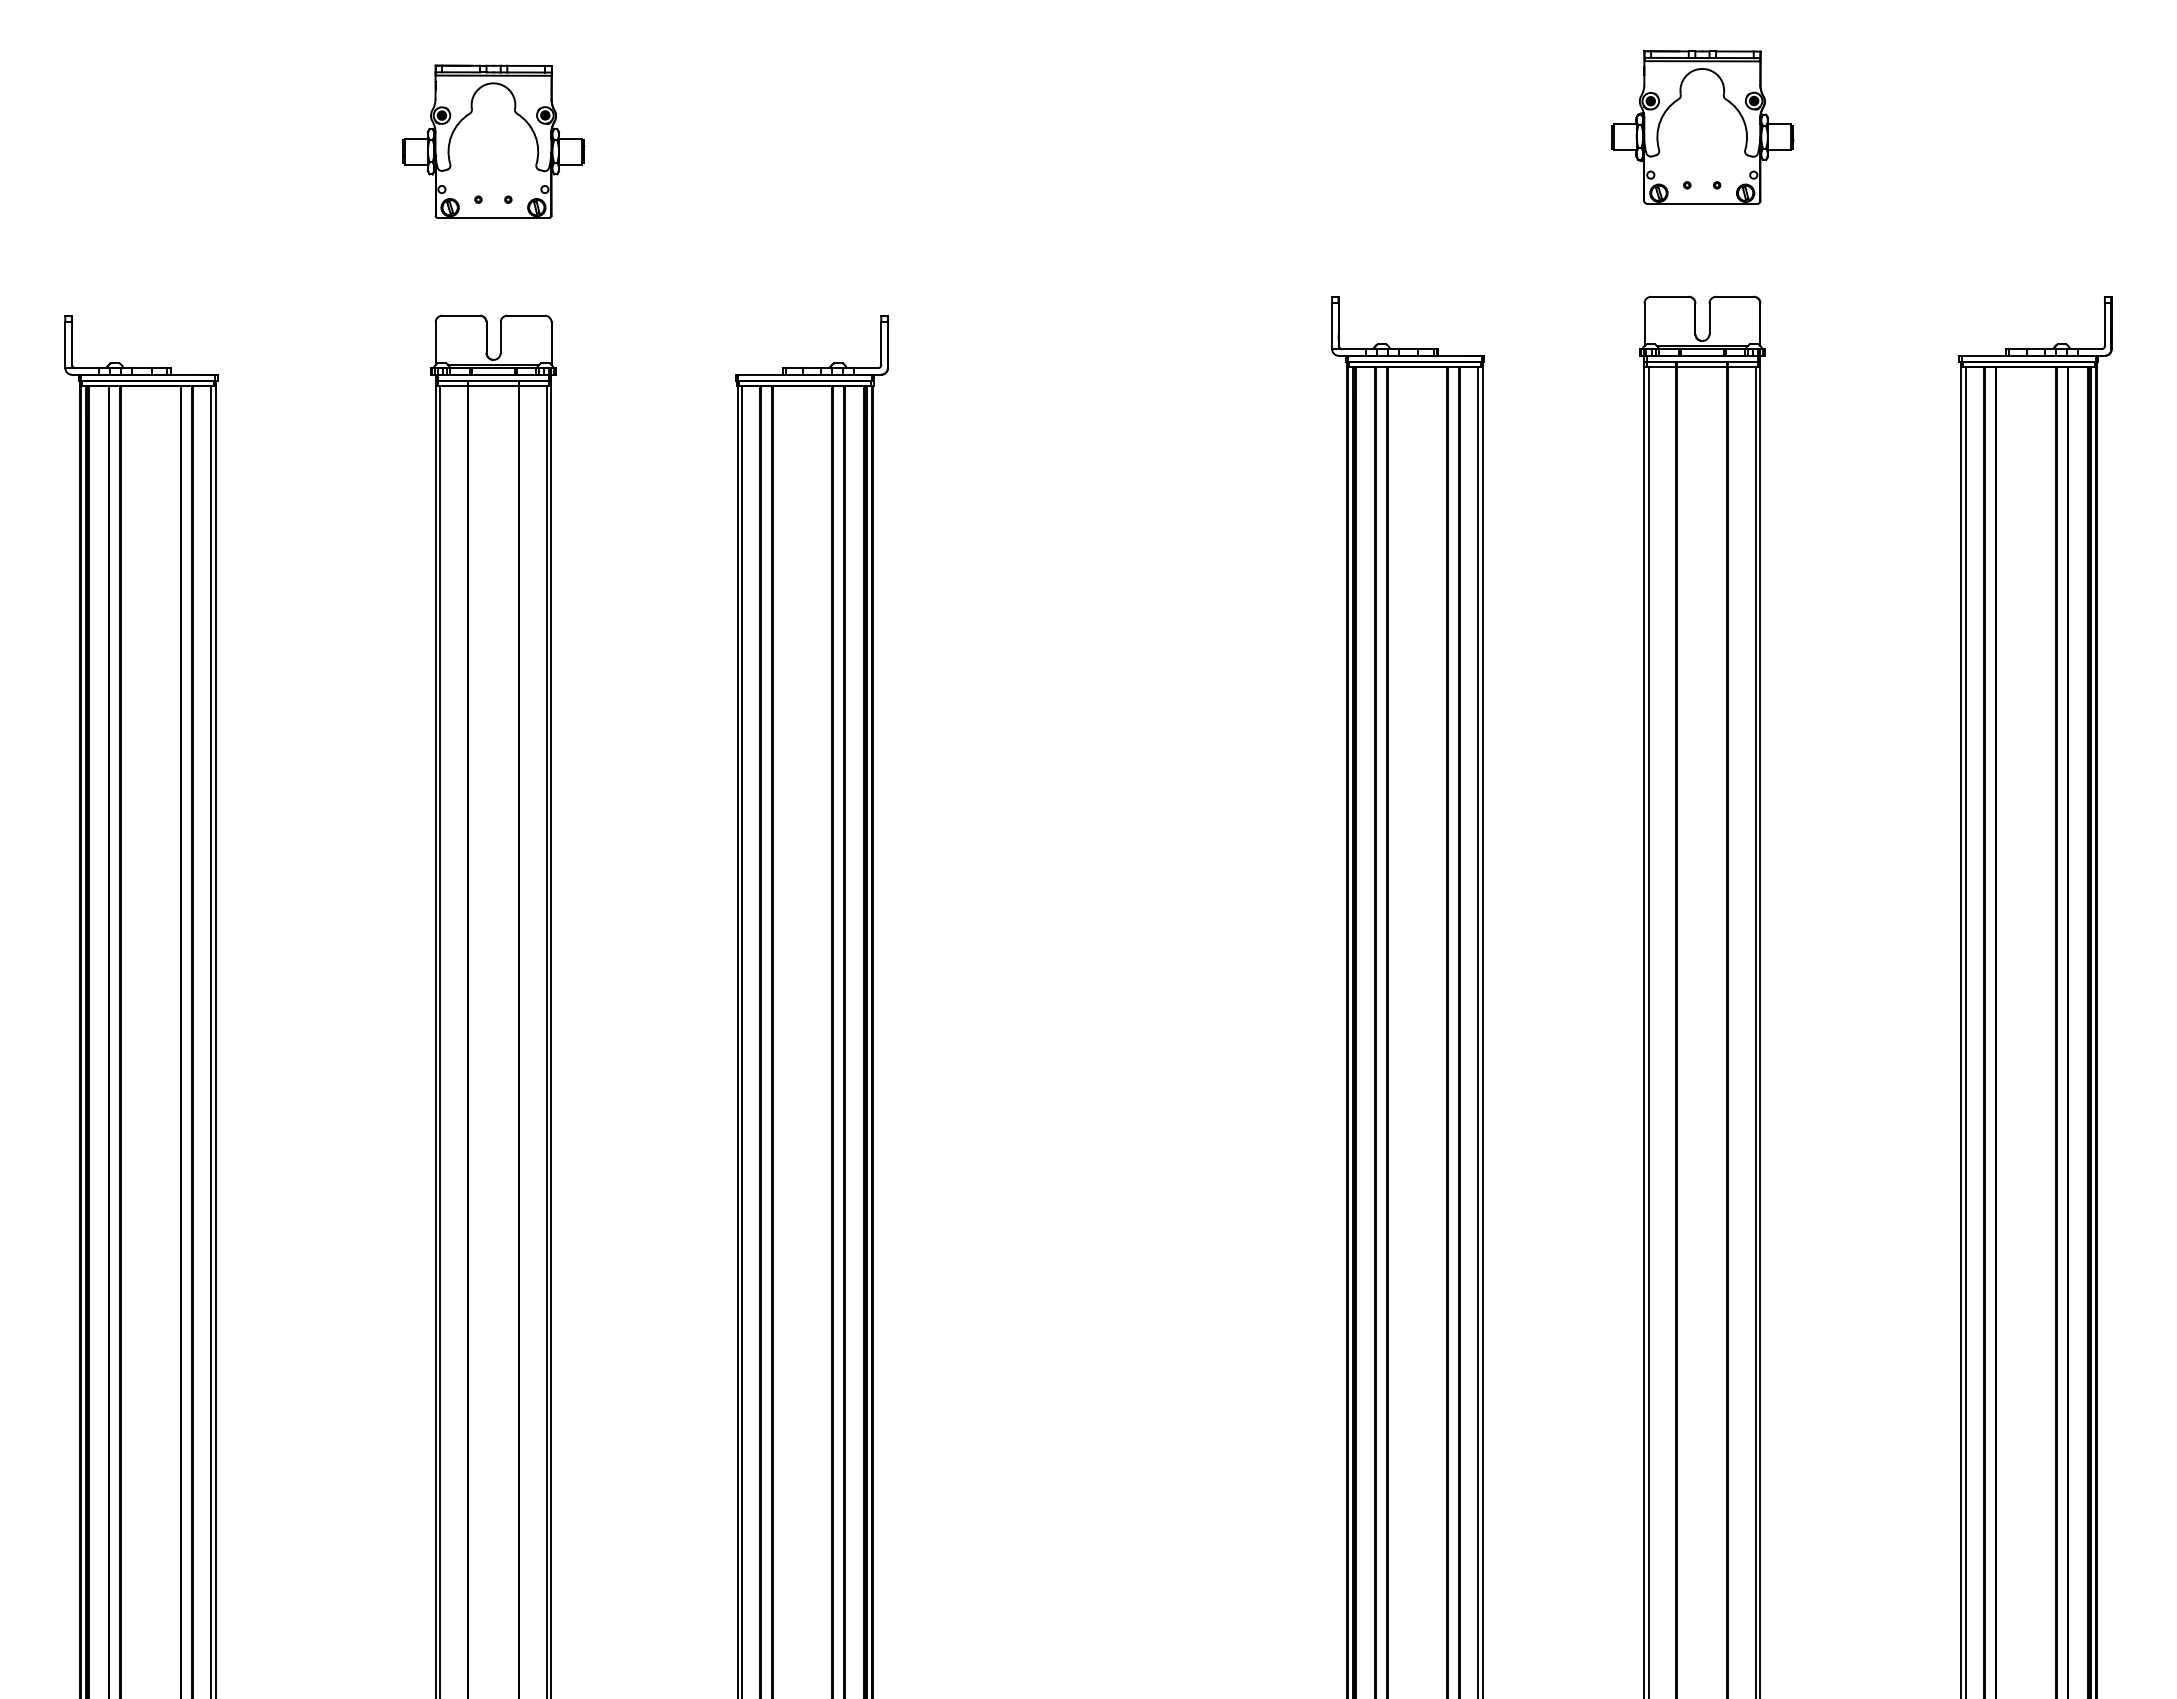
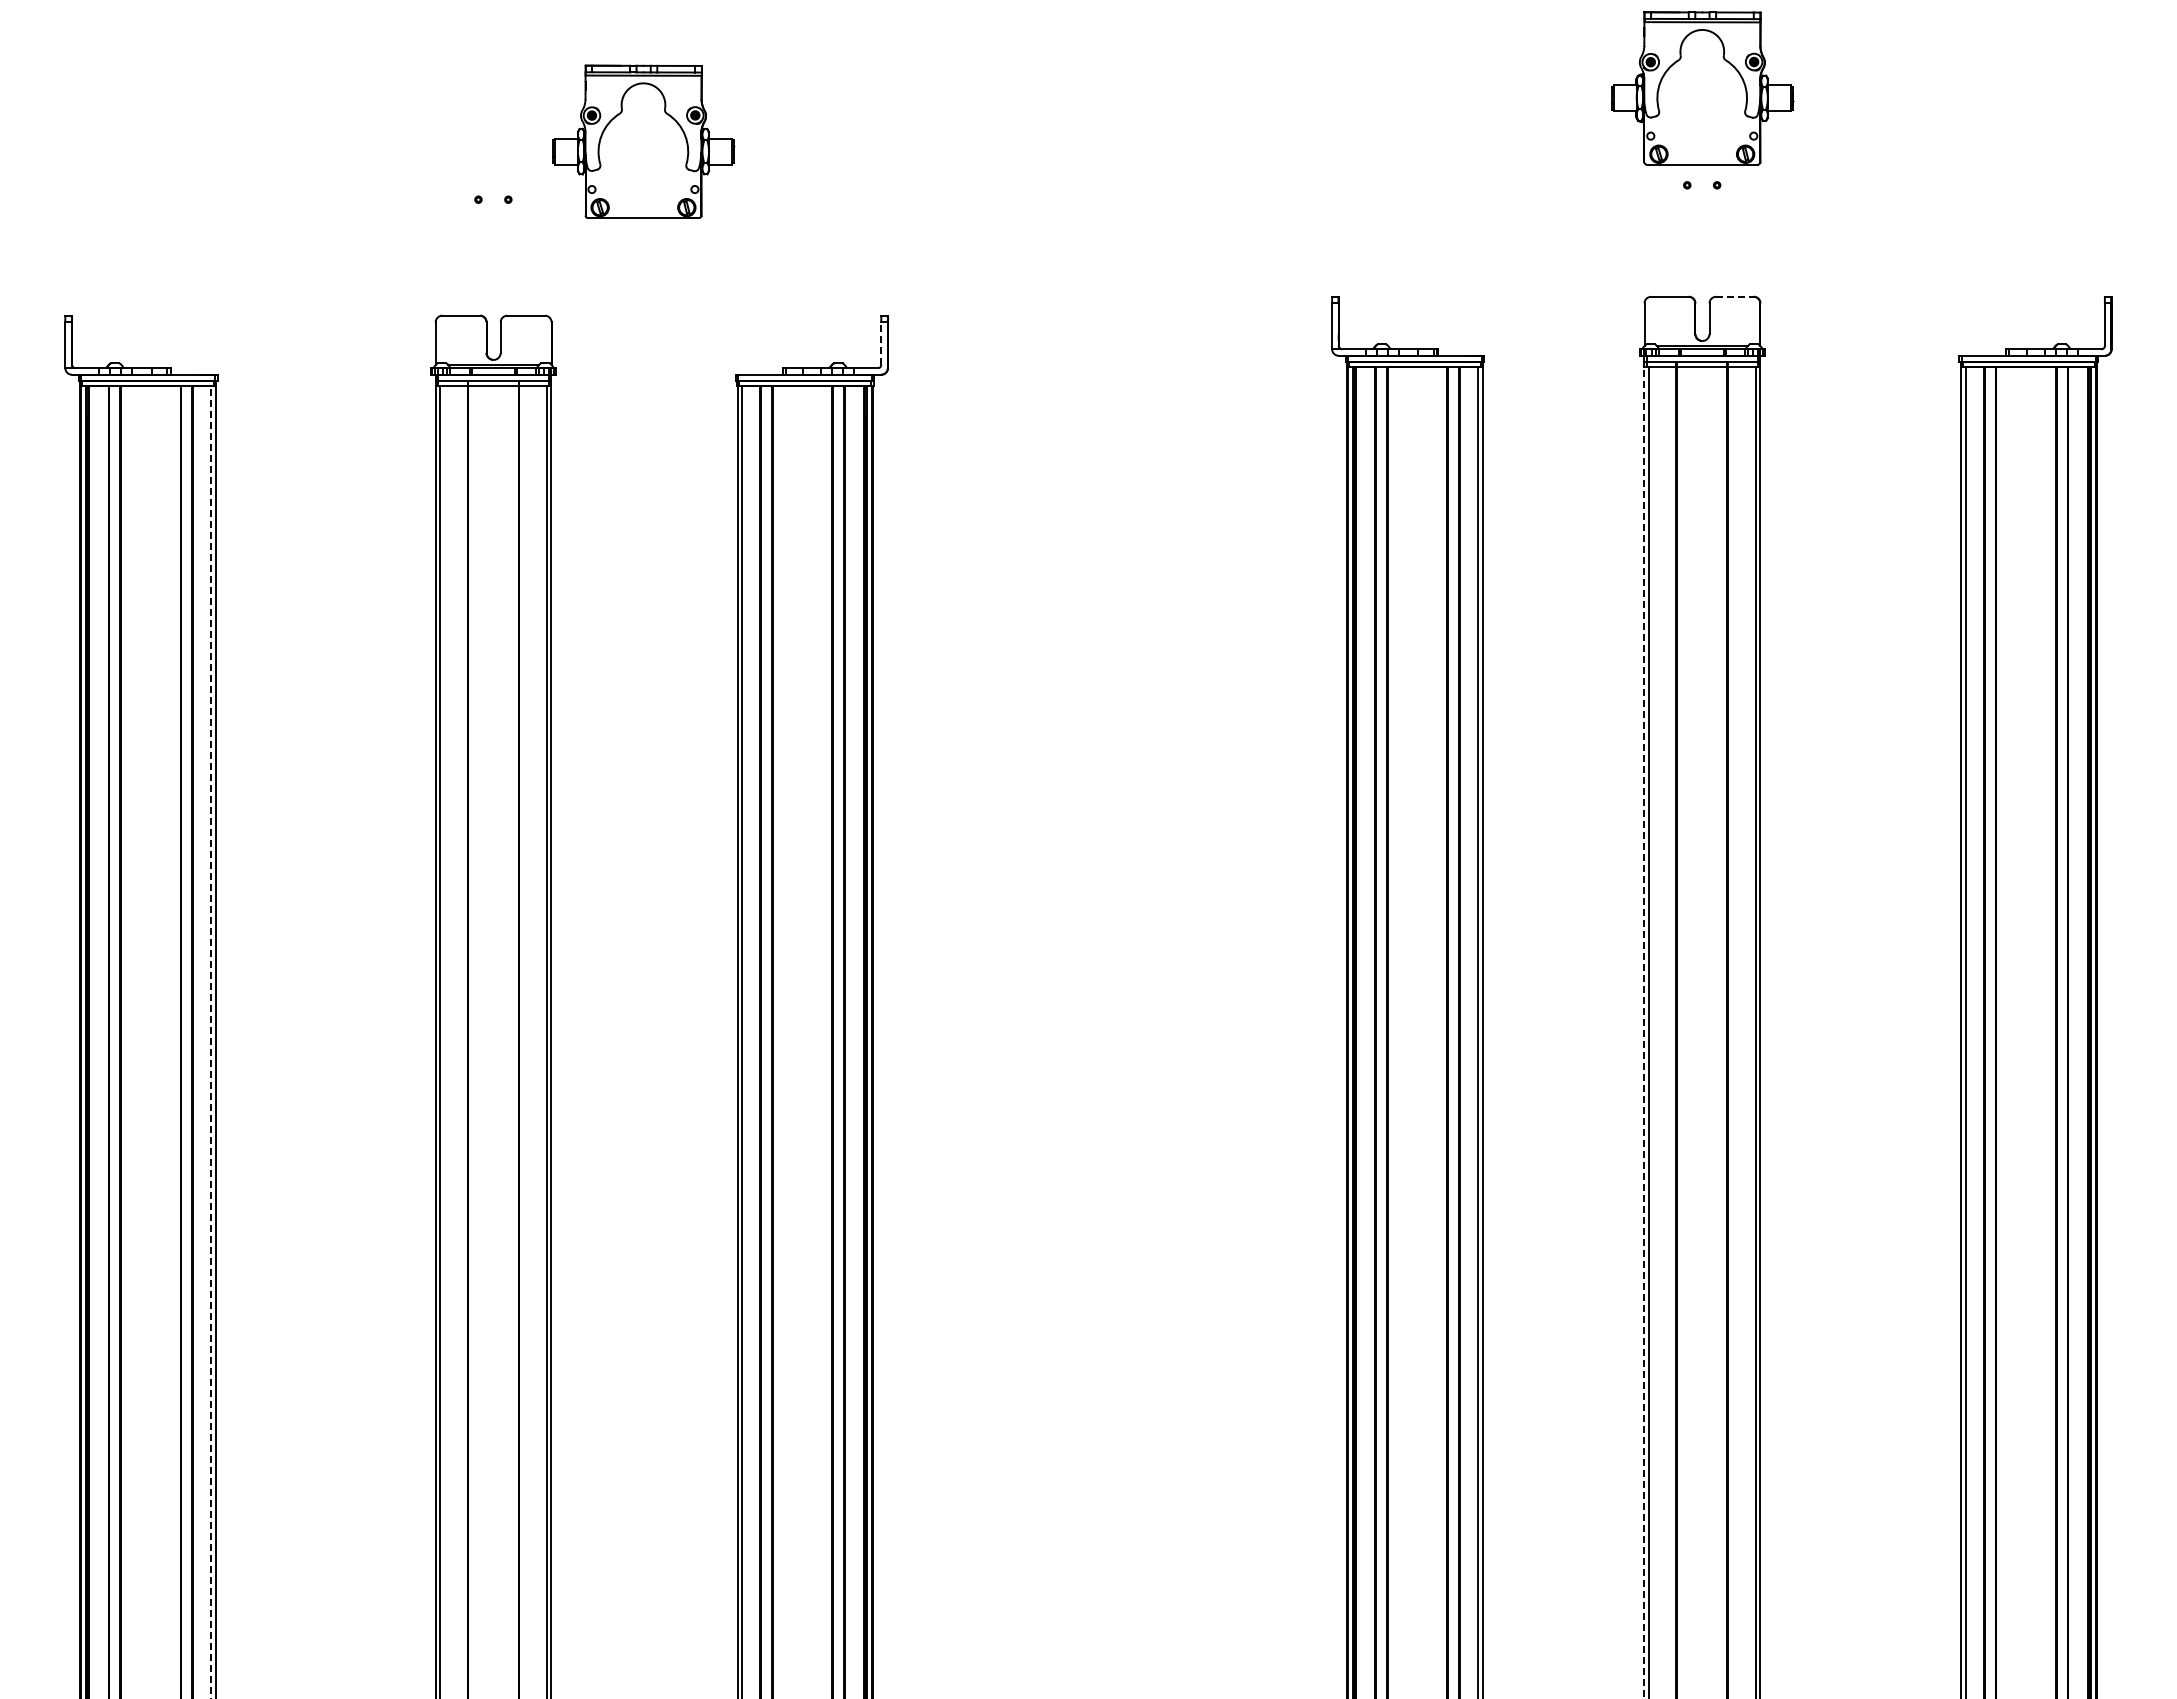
part at (1702, 127) position: (1702, 127) -> (1702, 88)
part at (493, 141) position: (493, 141) -> (643, 141)
line at (1734, 296): solid -> dashed
line at (881, 343): solid -> dashed
line at (1644, 1032): solid -> dashed
line at (211, 1041): solid -> dashed
